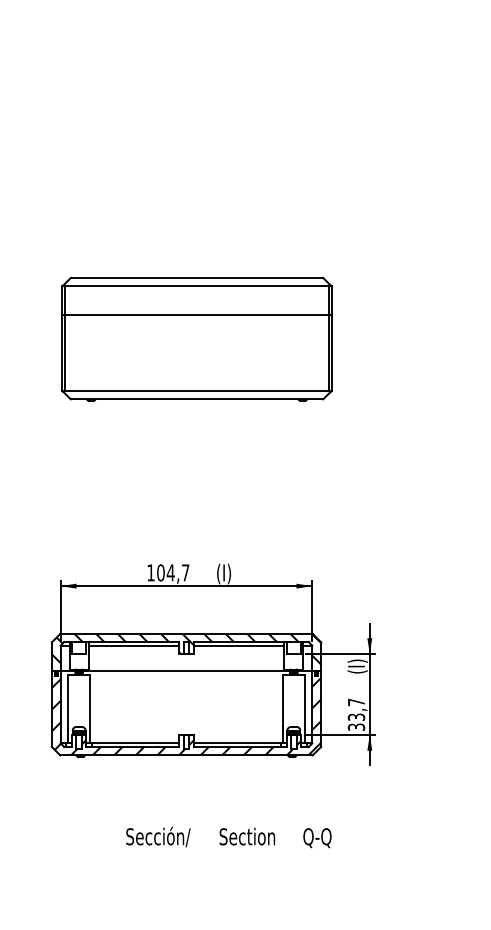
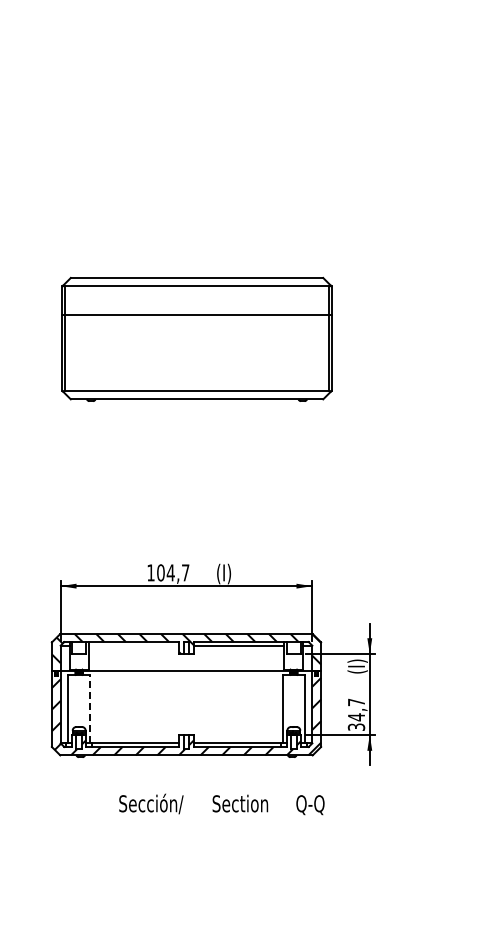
line at (133, 645): present -> none
line at (90, 708): solid -> dashed
text at (356, 717): 33,7 -> 34,7
text at (228, 837) position: (228, 837) -> (221, 804)
